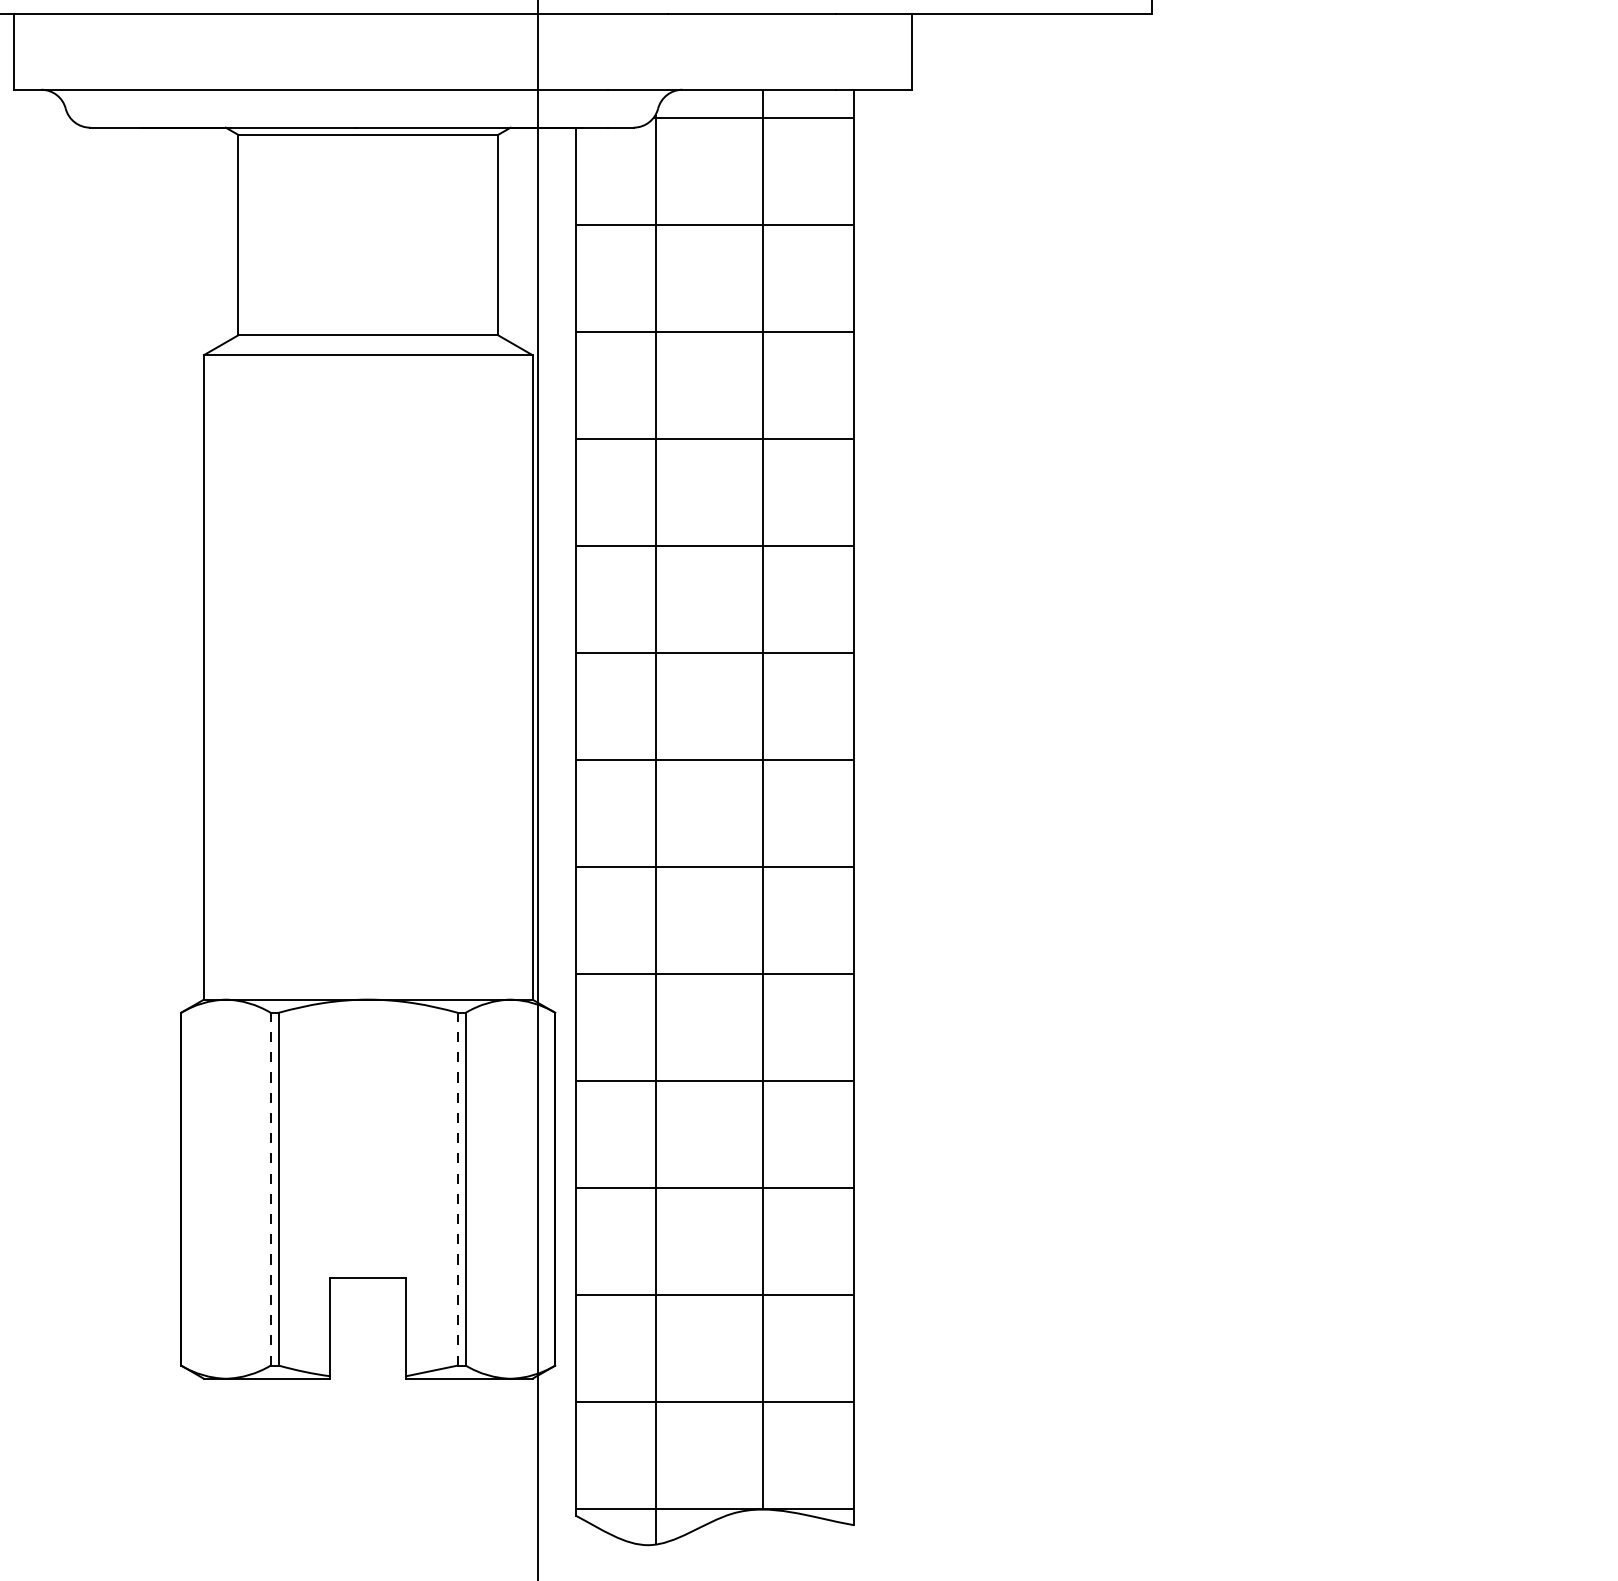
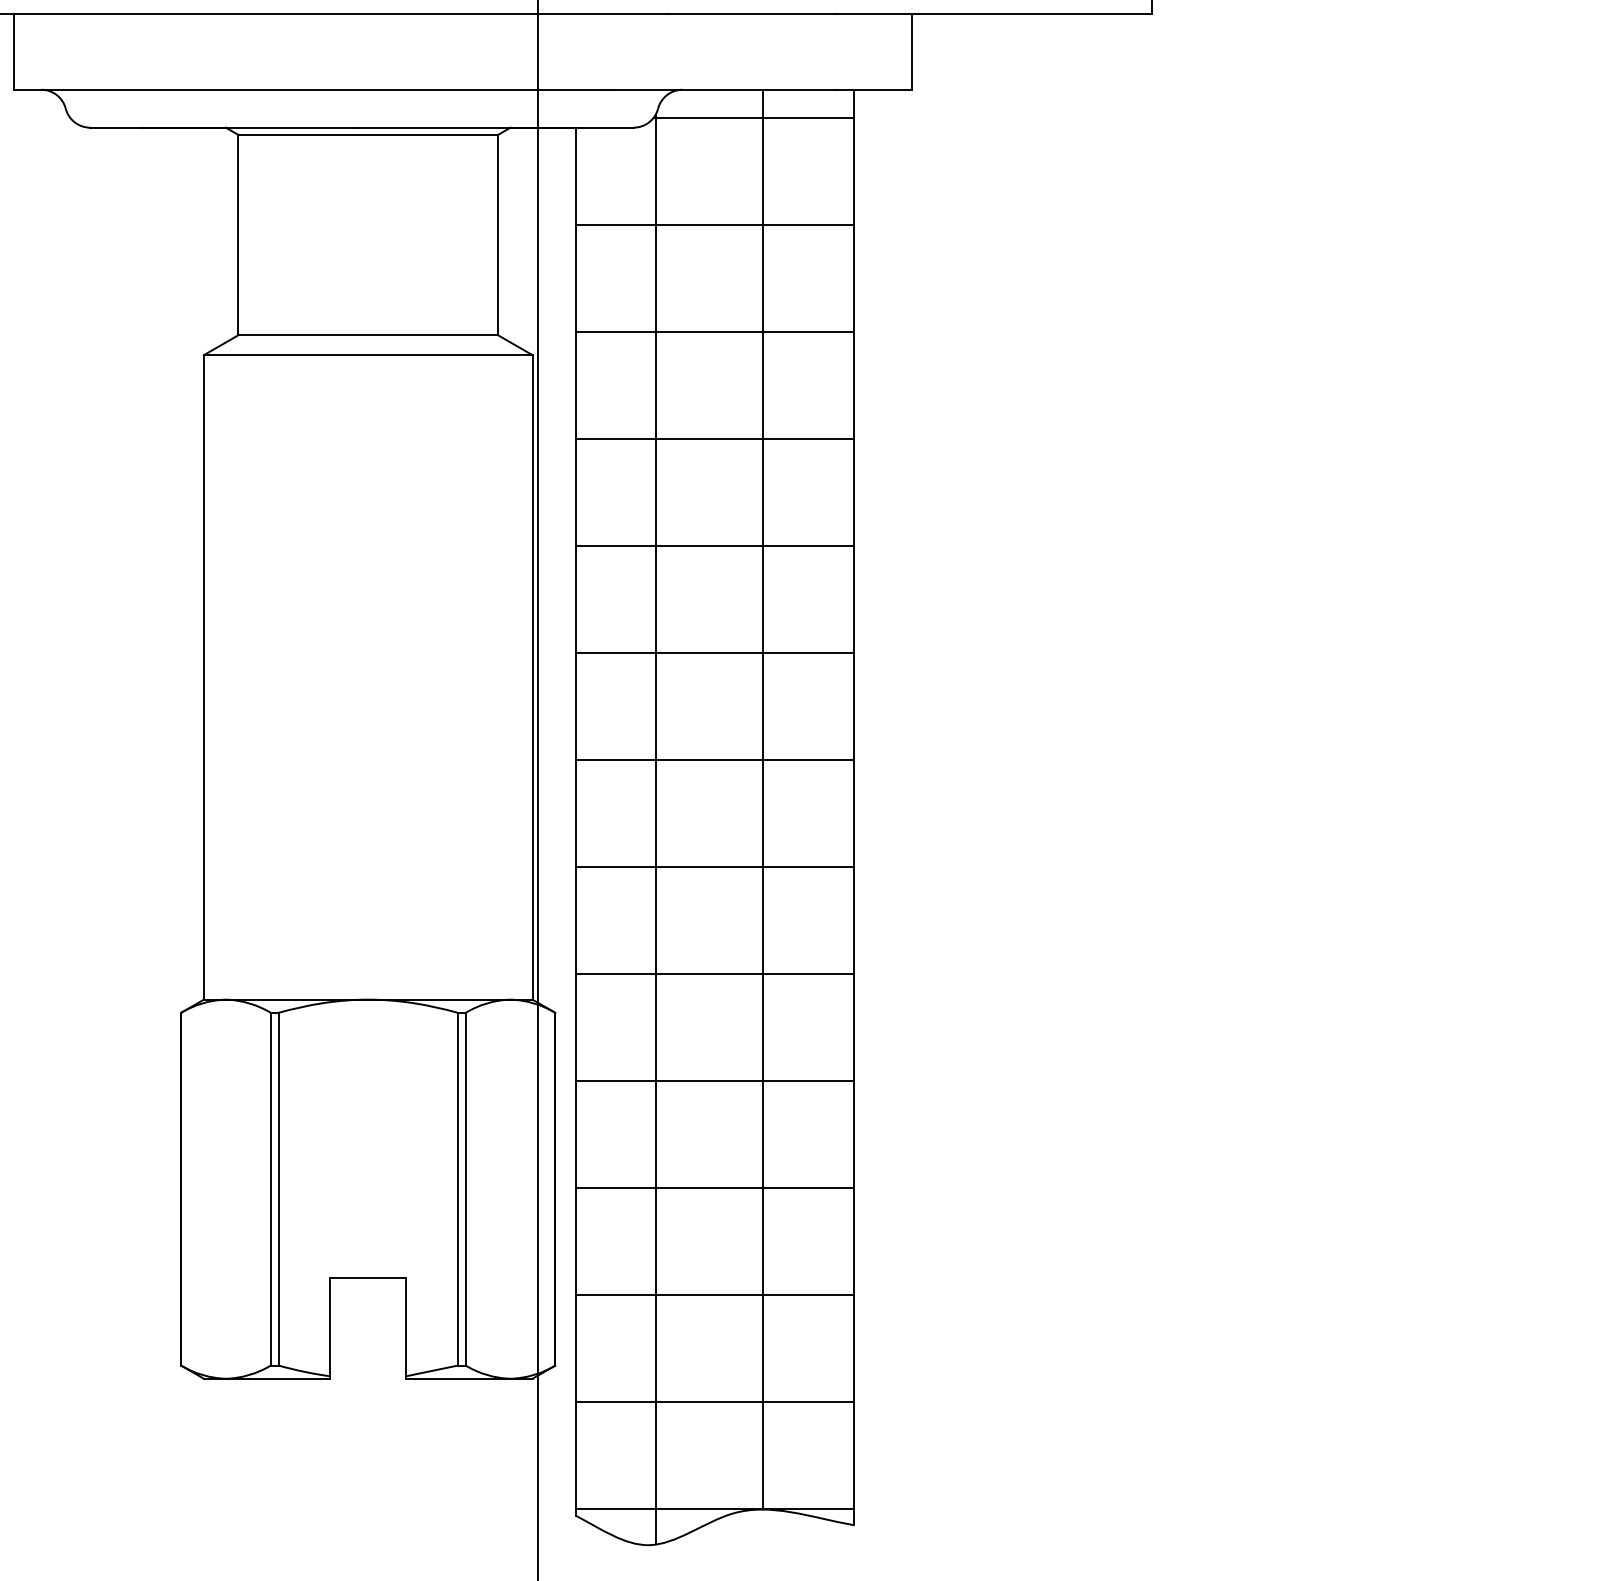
line at (270, 1188): dashed -> solid
line at (457, 1188): dashed -> solid
